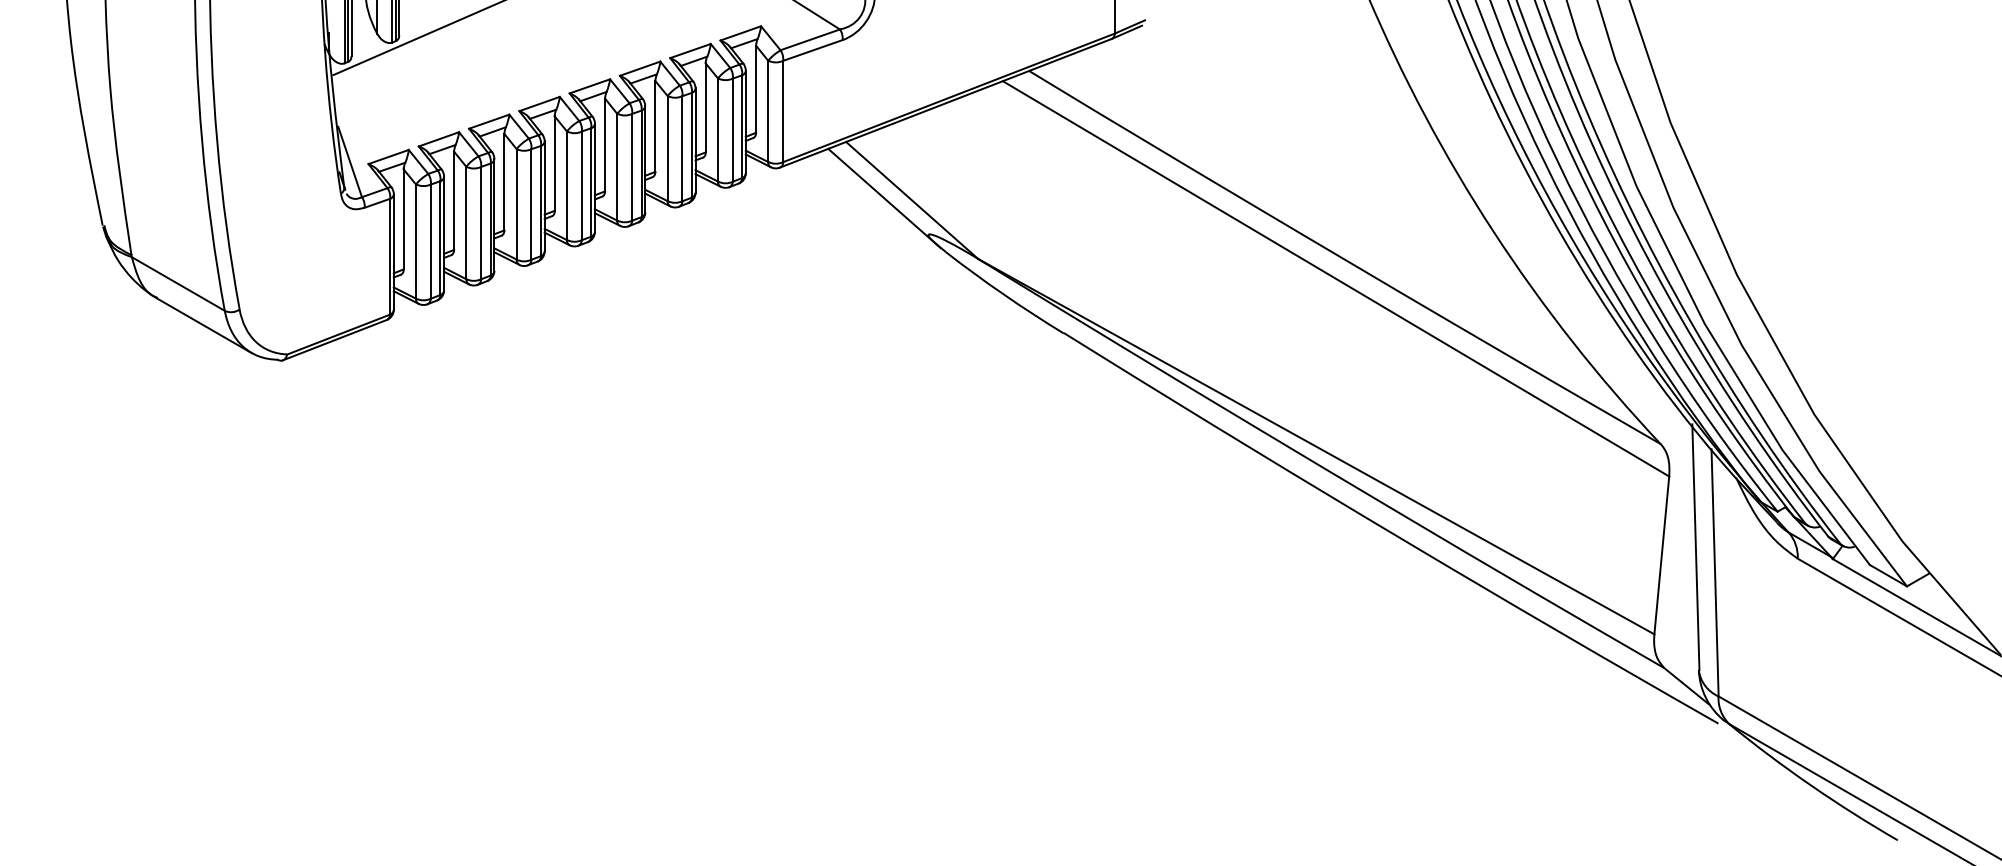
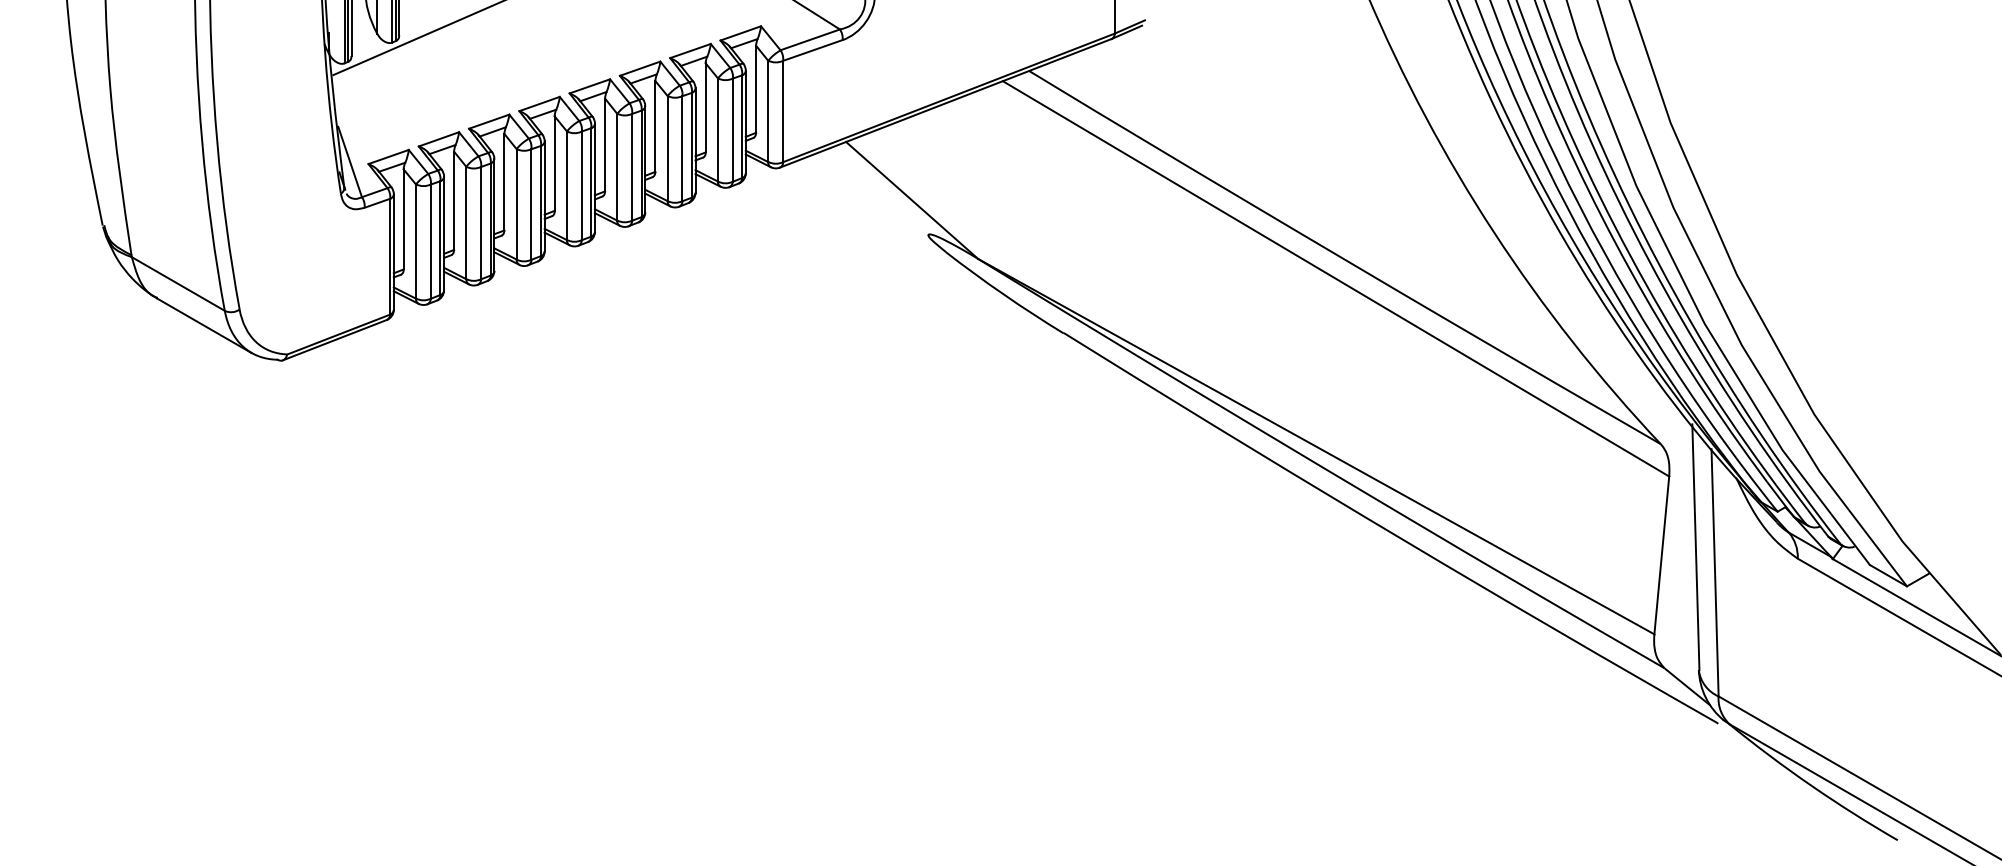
line at (884, 198): present -> none
